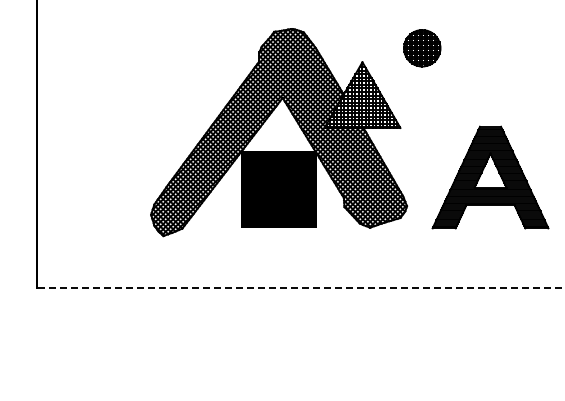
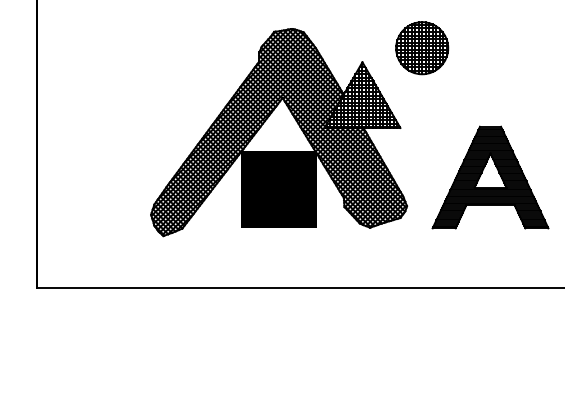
part at (422, 48) size: 39x39 px -> 55x55 px
line at (300, 287): dashed -> solid
